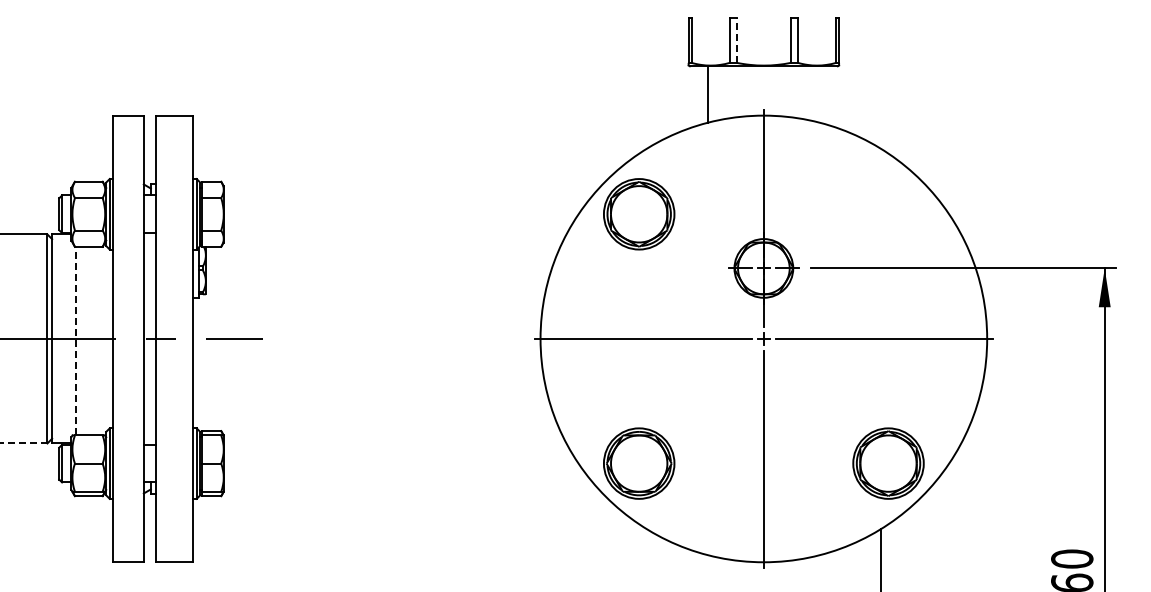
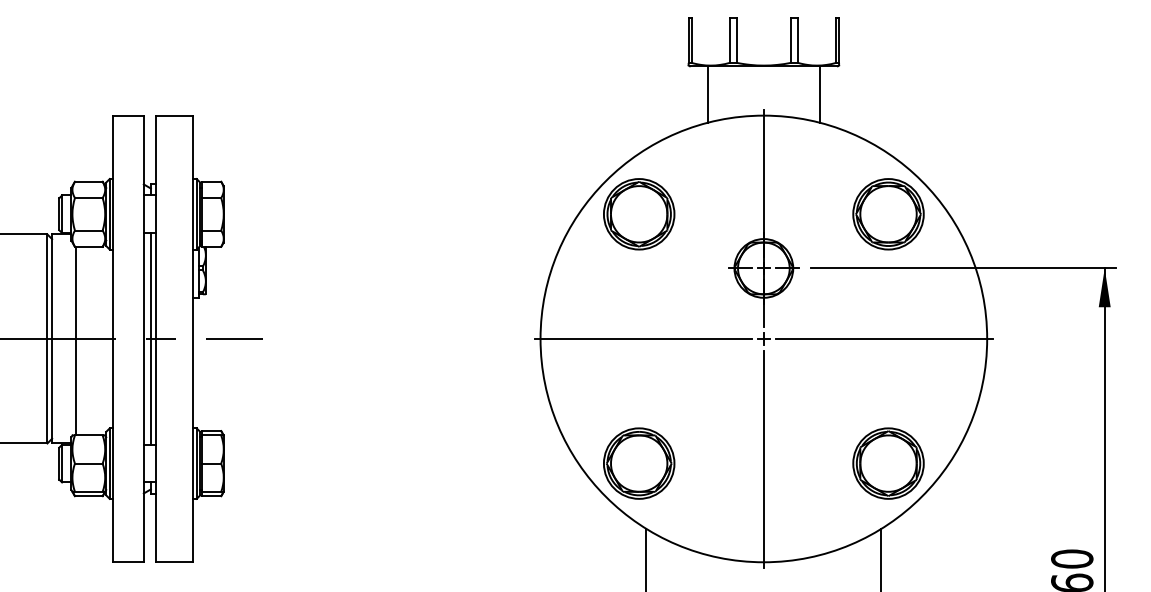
line at (736, 39): dashed -> solid
line at (820, 94): none -> present
part at (888, 214): none -> present
line at (150, 338): none -> present
line at (75, 340): dashed -> solid
line at (23, 443): dashed -> solid
line at (646, 558): none -> present
